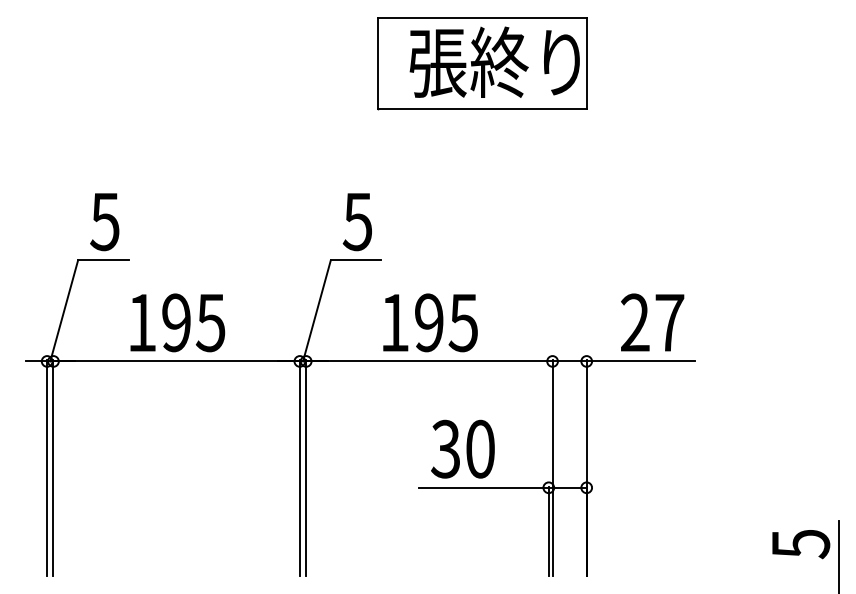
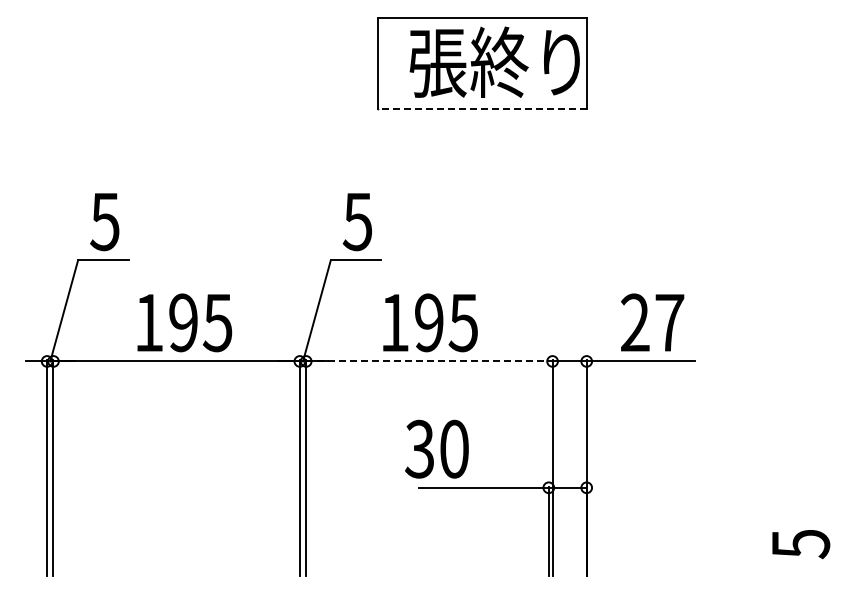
line at (481, 108): solid -> dashed
text at (177, 322) position: (177, 322) -> (184, 322)
line at (429, 361): solid -> dashed
text at (462, 448) position: (462, 448) -> (436, 448)
line at (839, 555): present -> none
